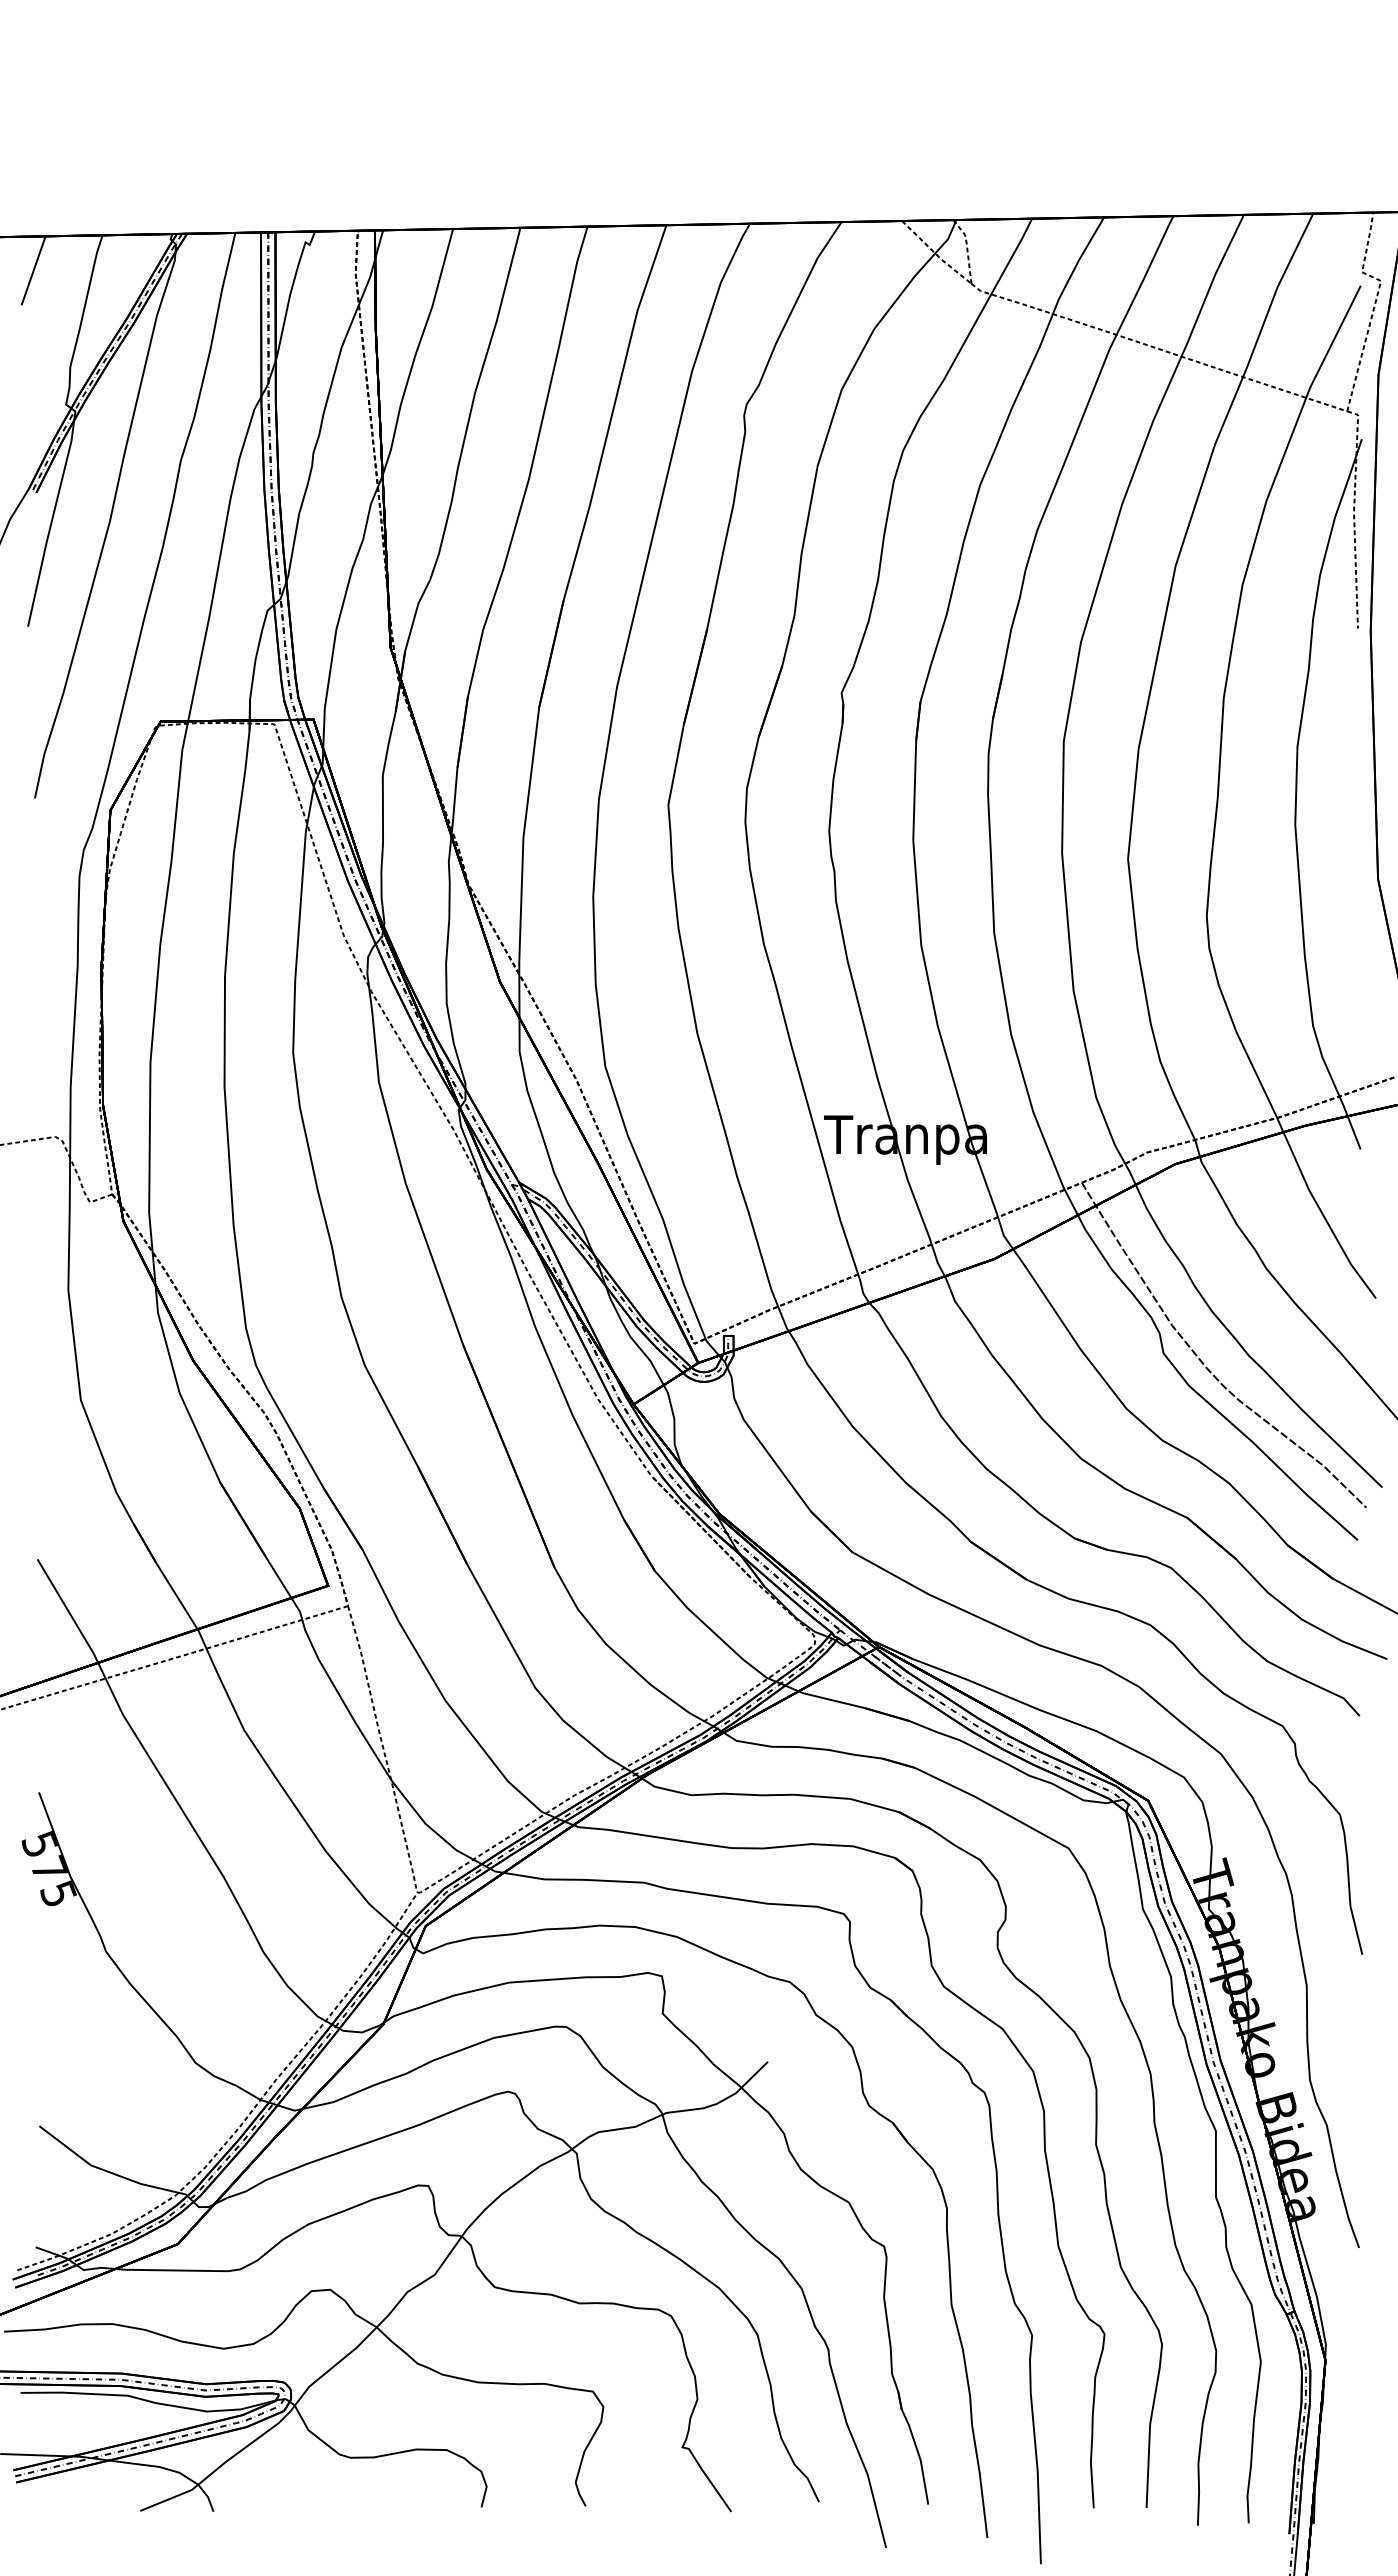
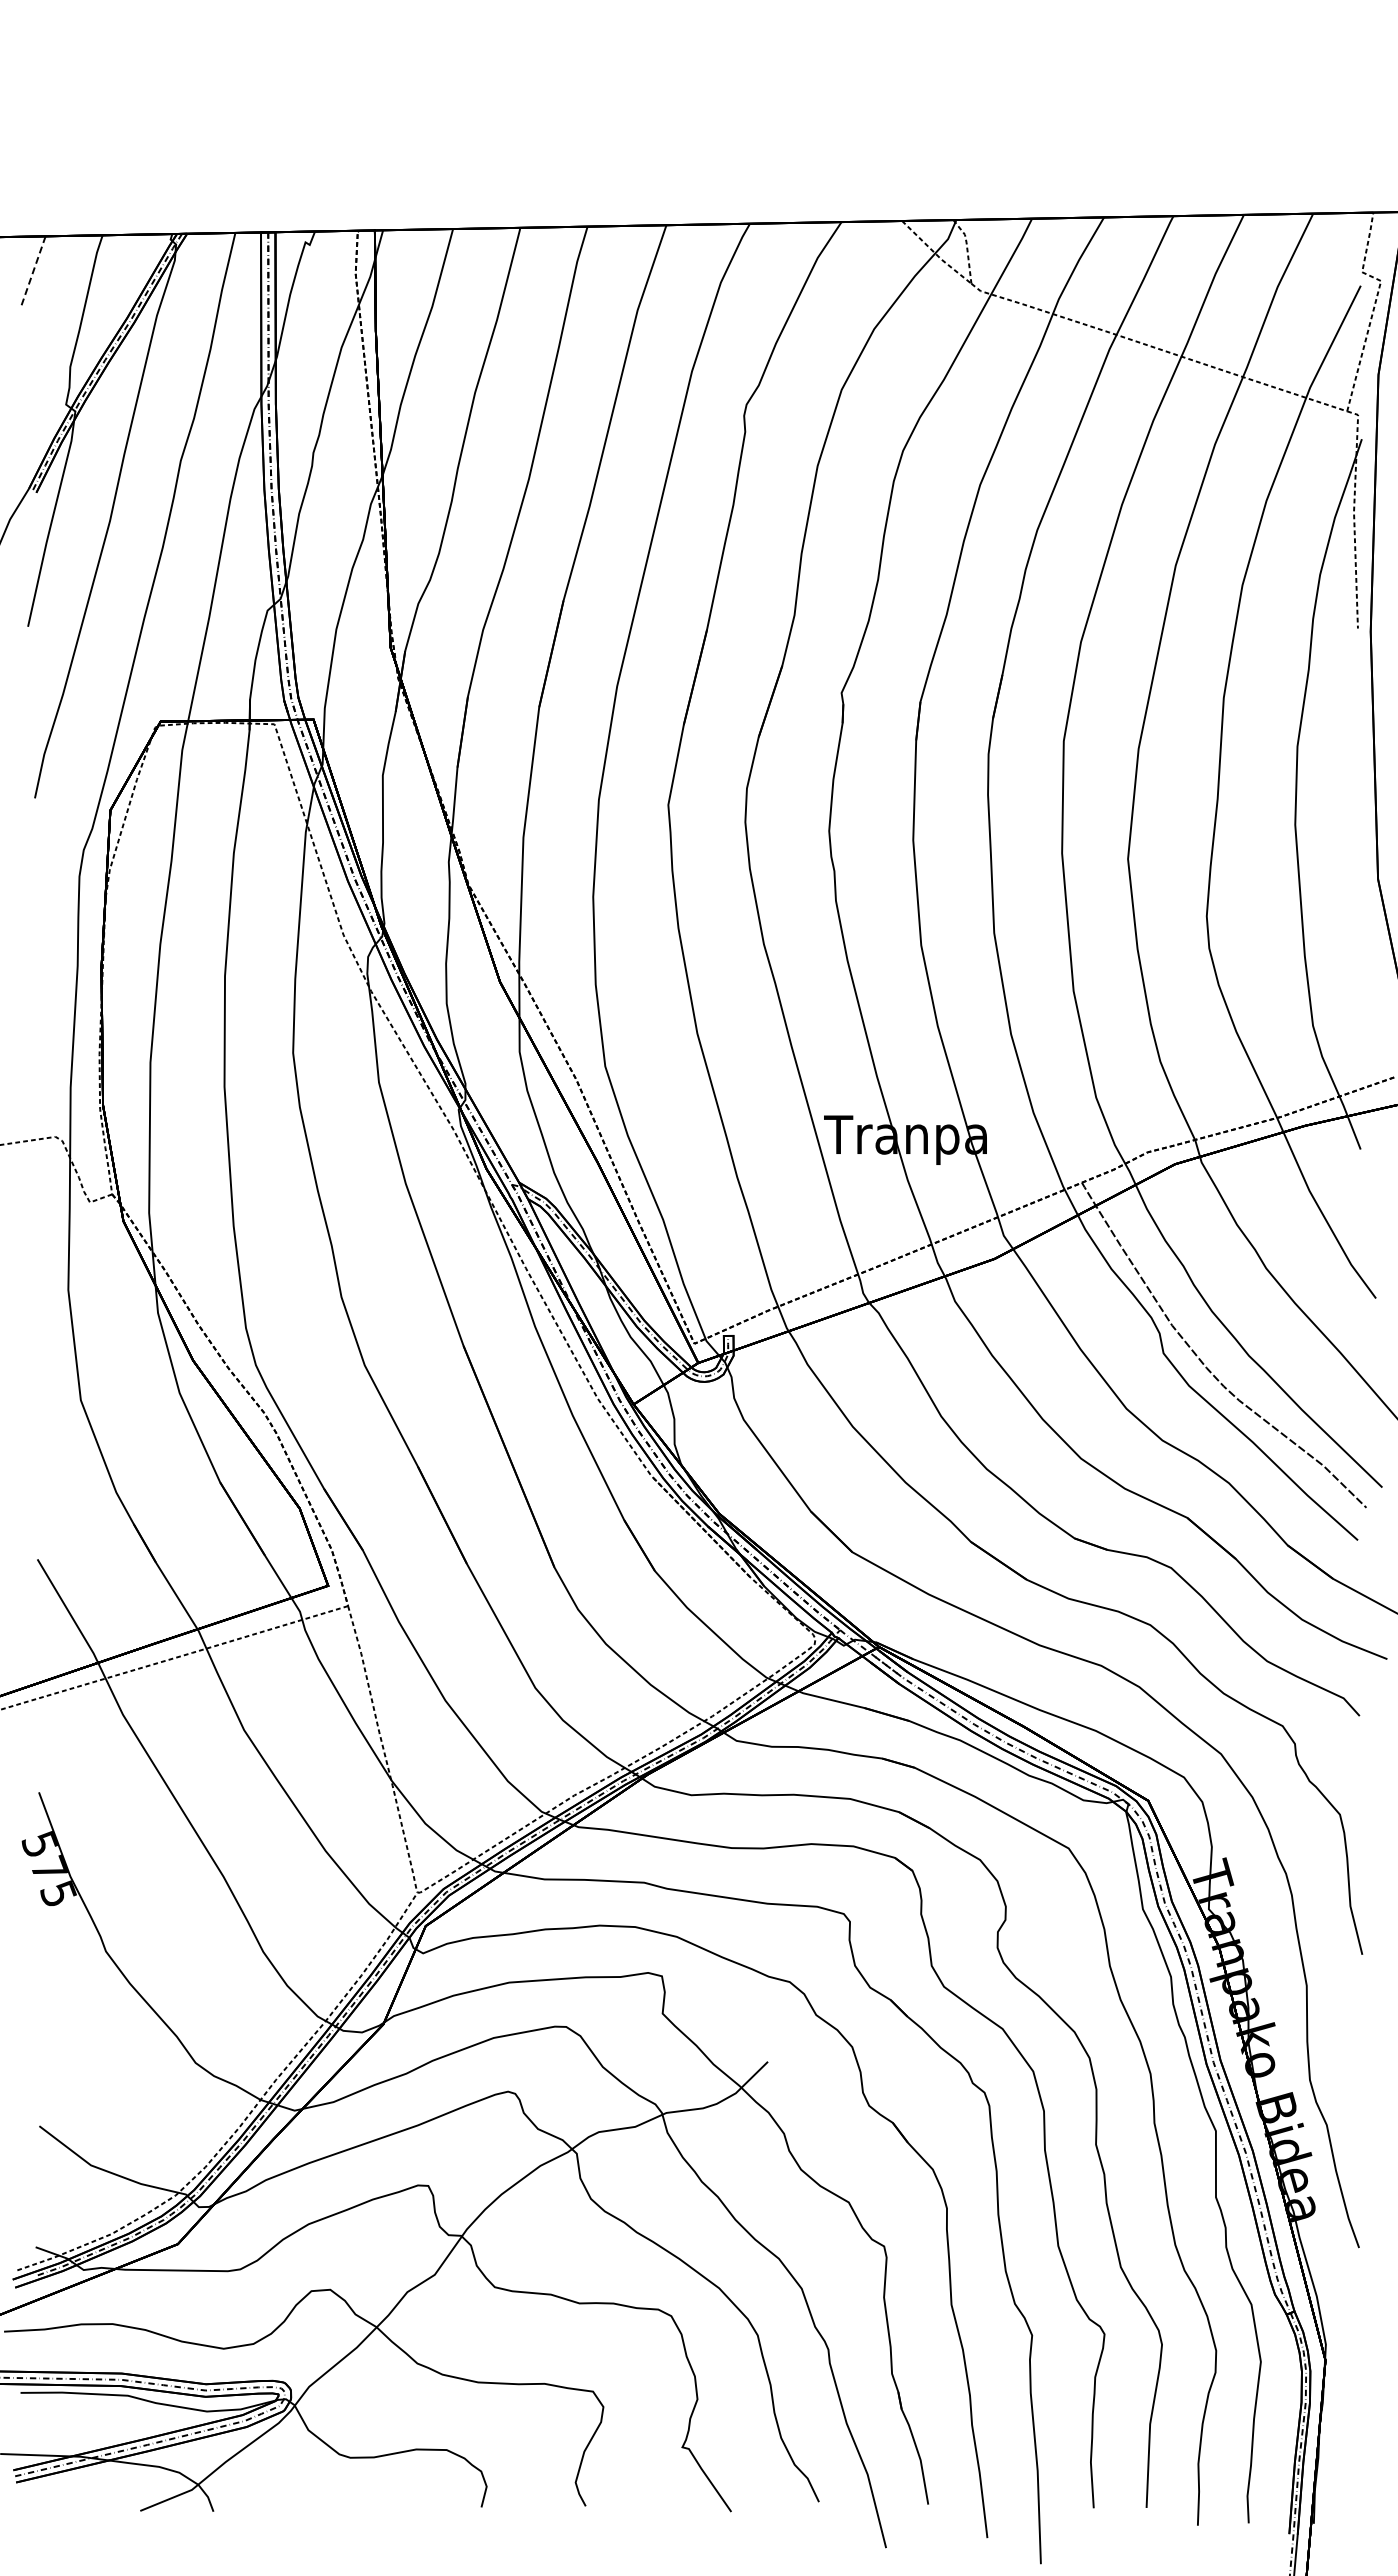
line at (33, 271): solid -> dashed
